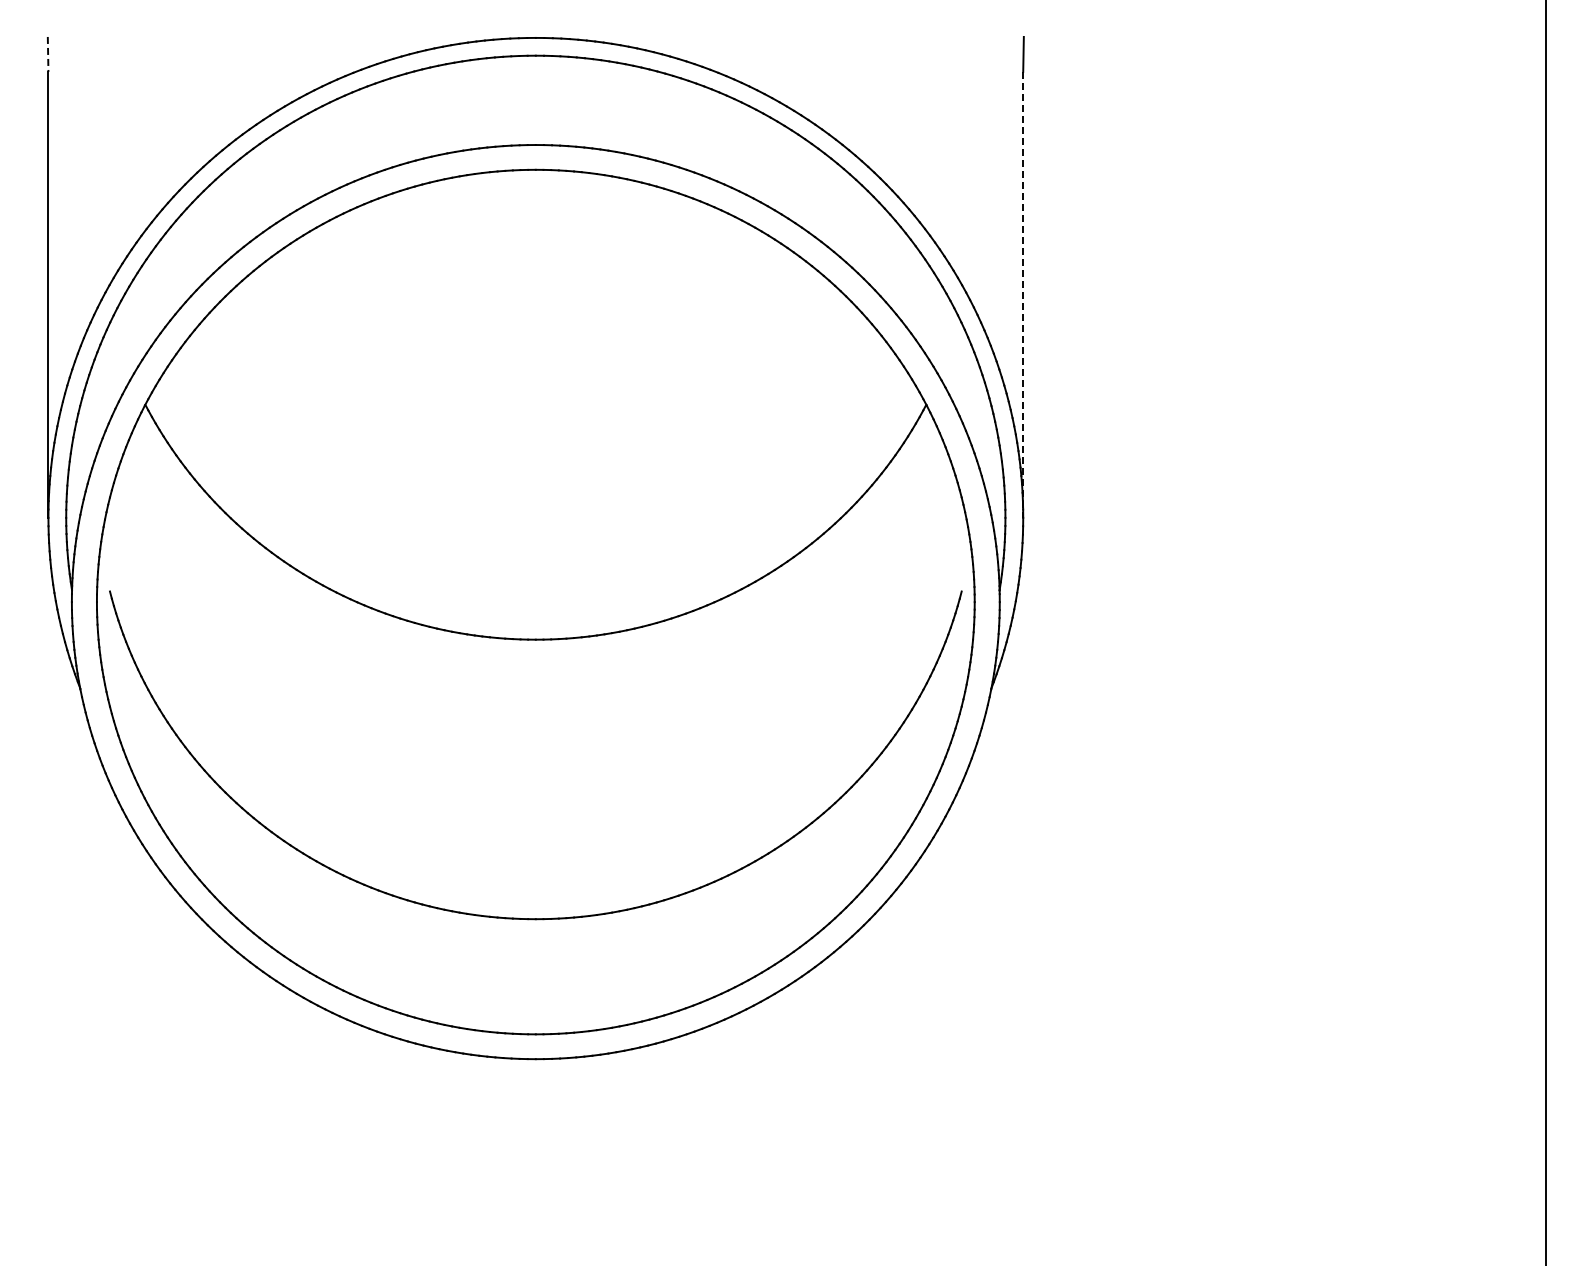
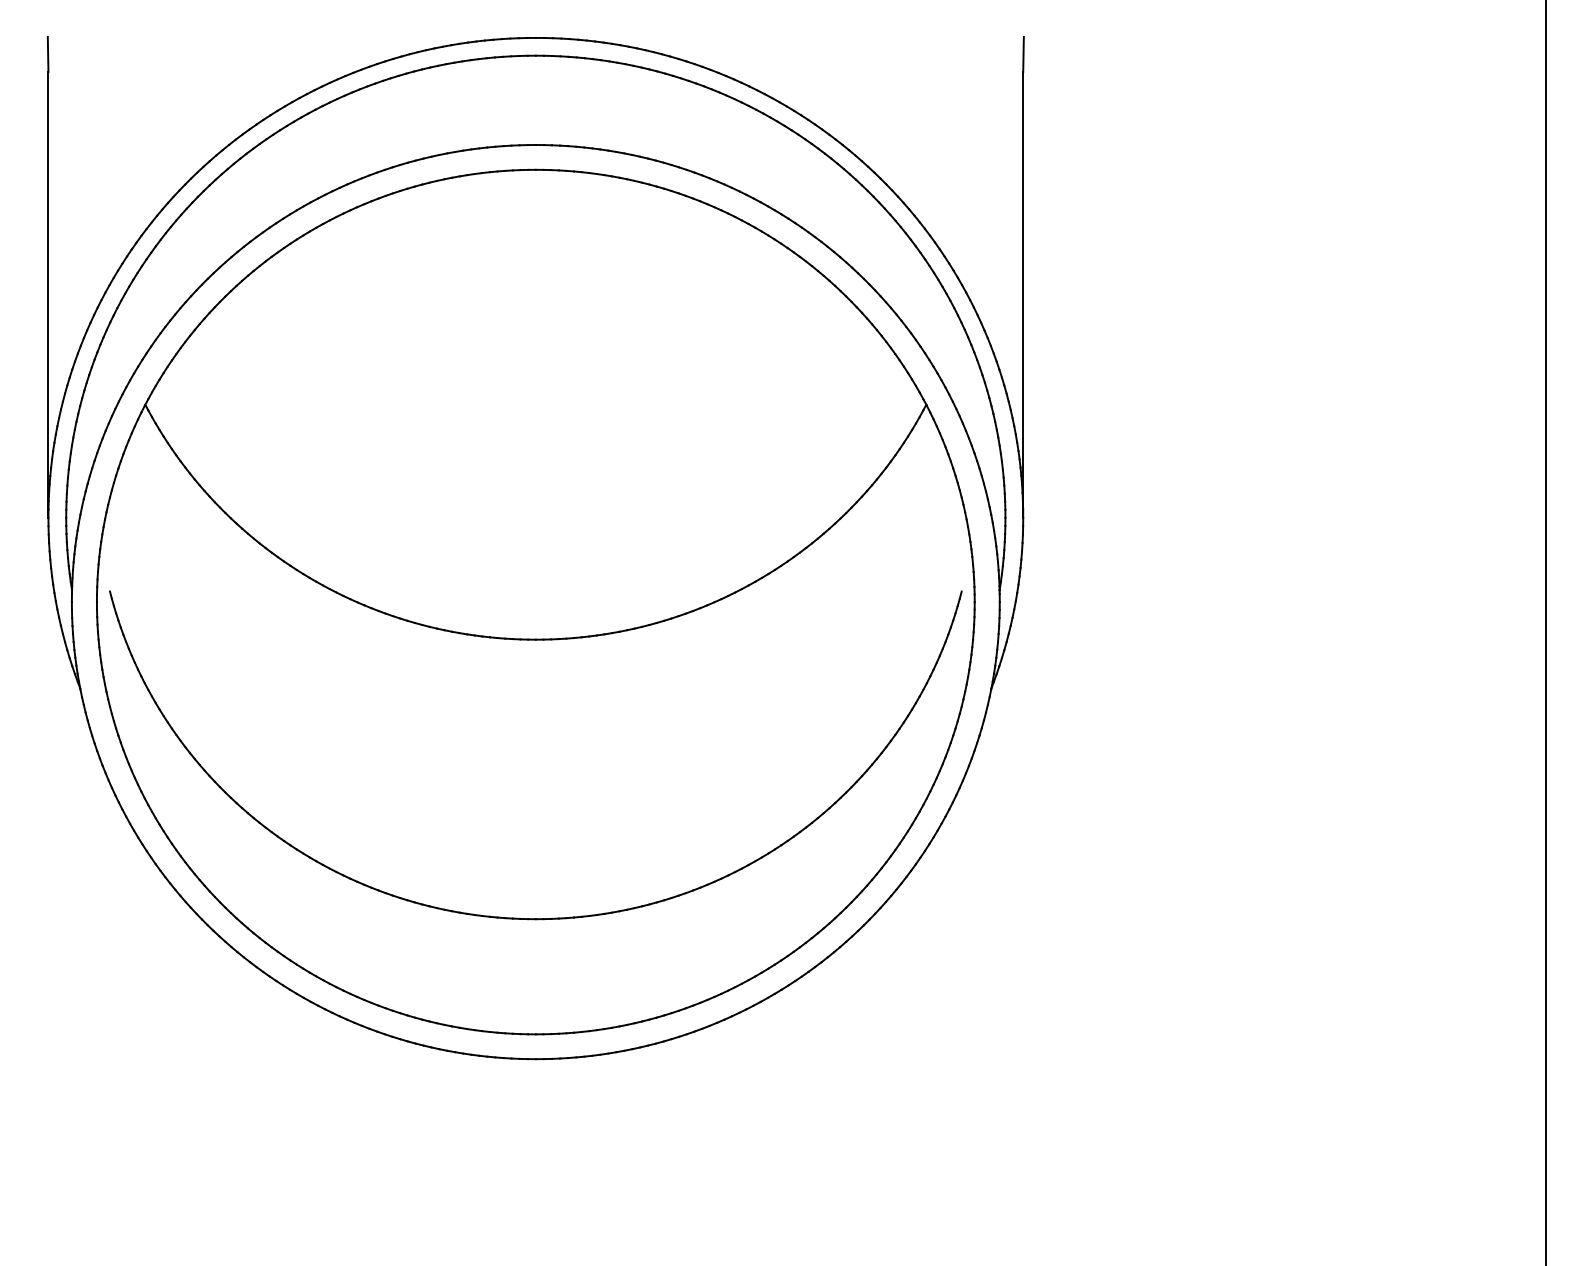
line at (48, 54): dashed -> solid
line at (1023, 294): dashed -> solid
